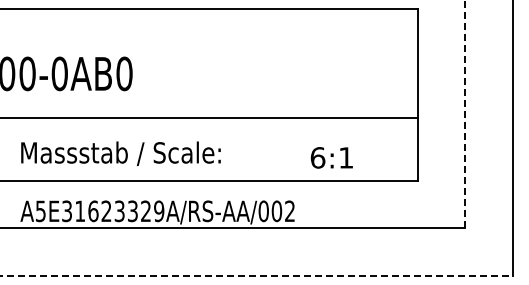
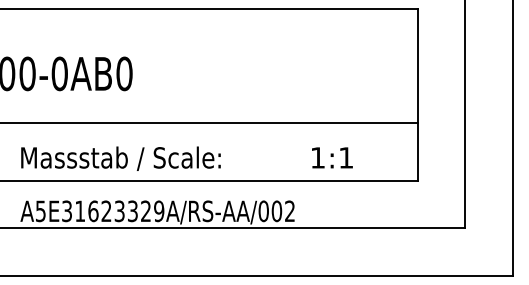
line at (465, 114): dashed -> solid
line at (209, 118) position: (209, 118) -> (209, 123)
text at (120, 153) position: (120, 153) -> (120, 158)
text at (317, 157): 6:1 -> 1:1
line at (257, 276): dashed -> solid
